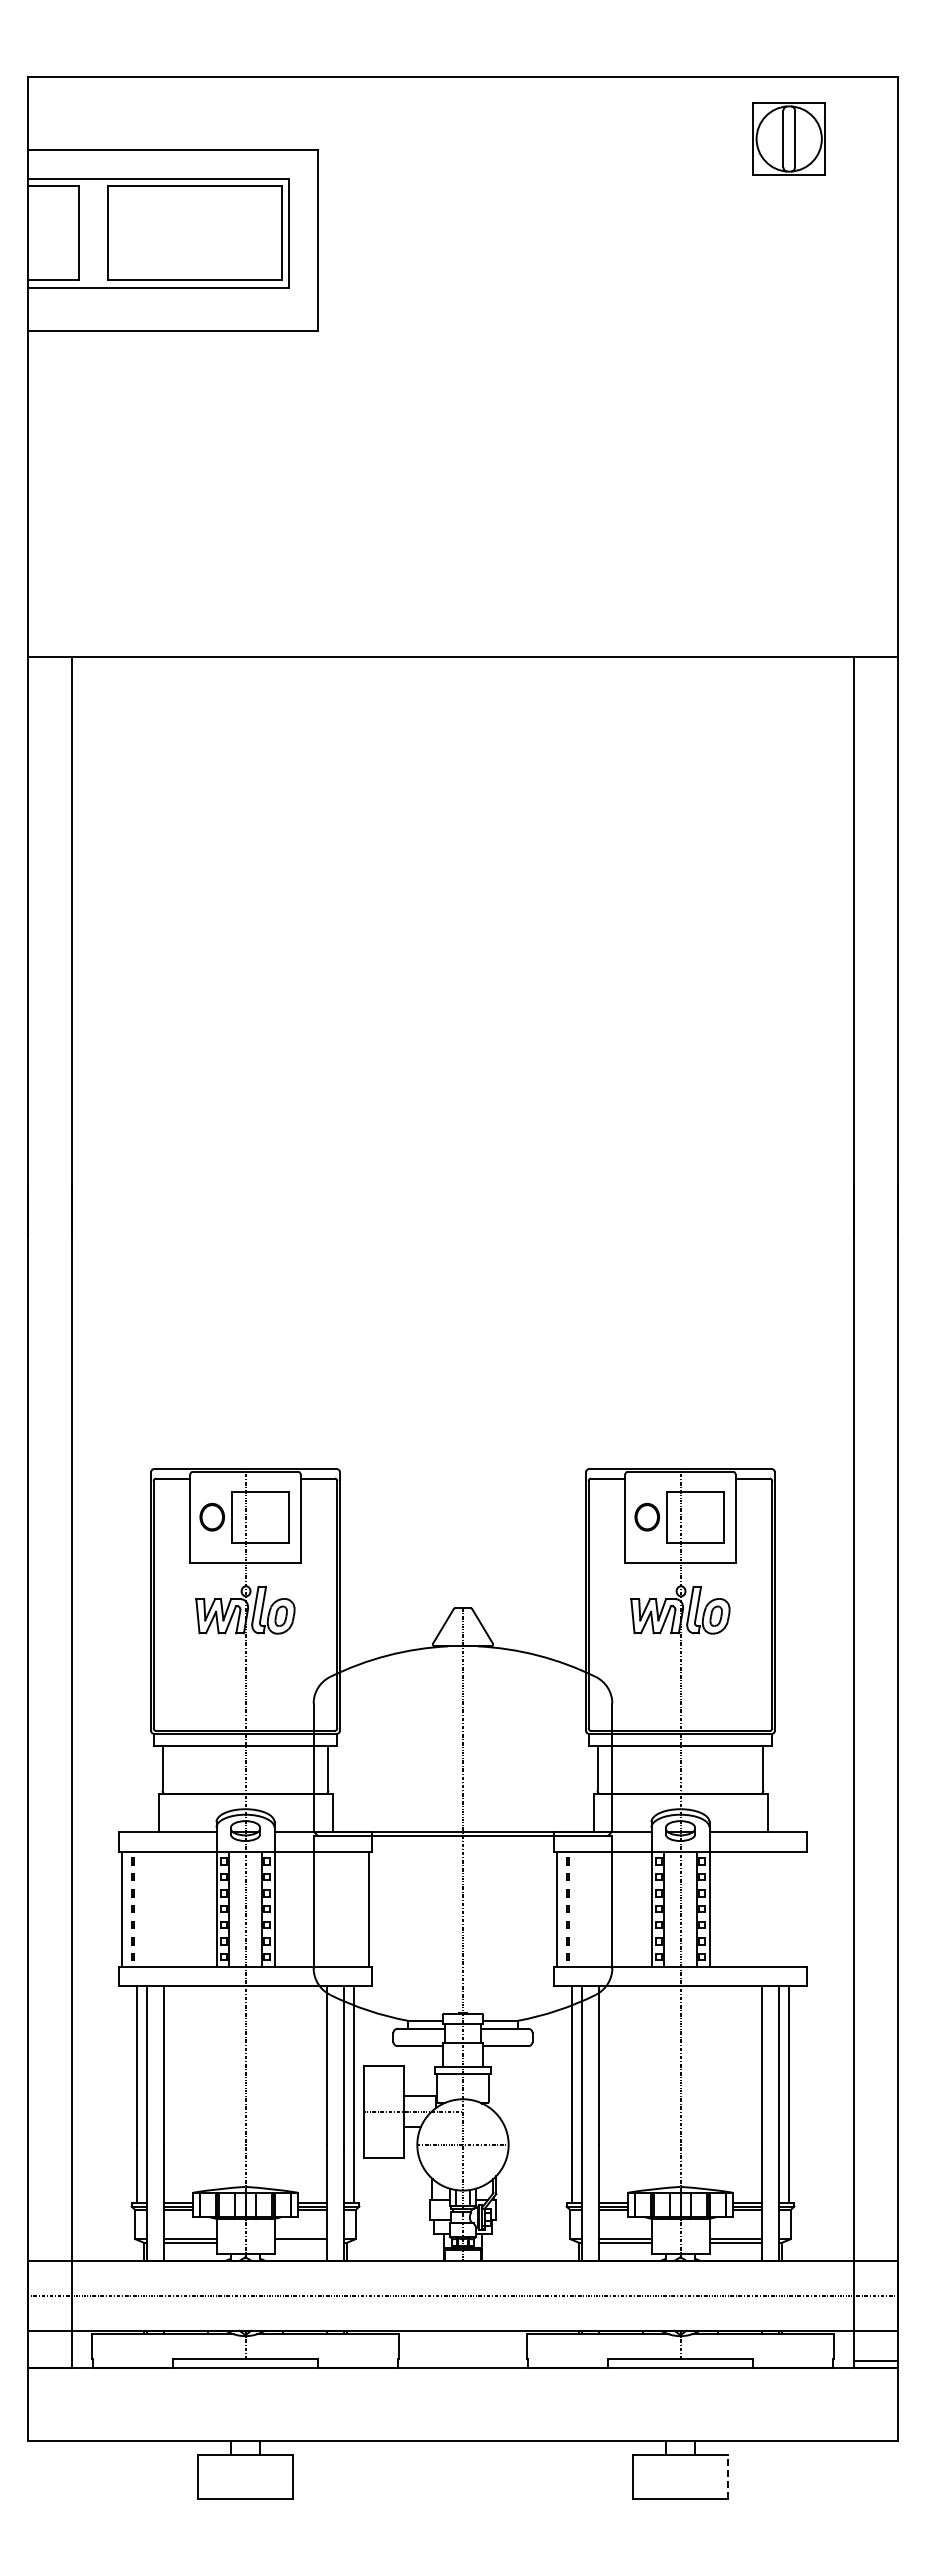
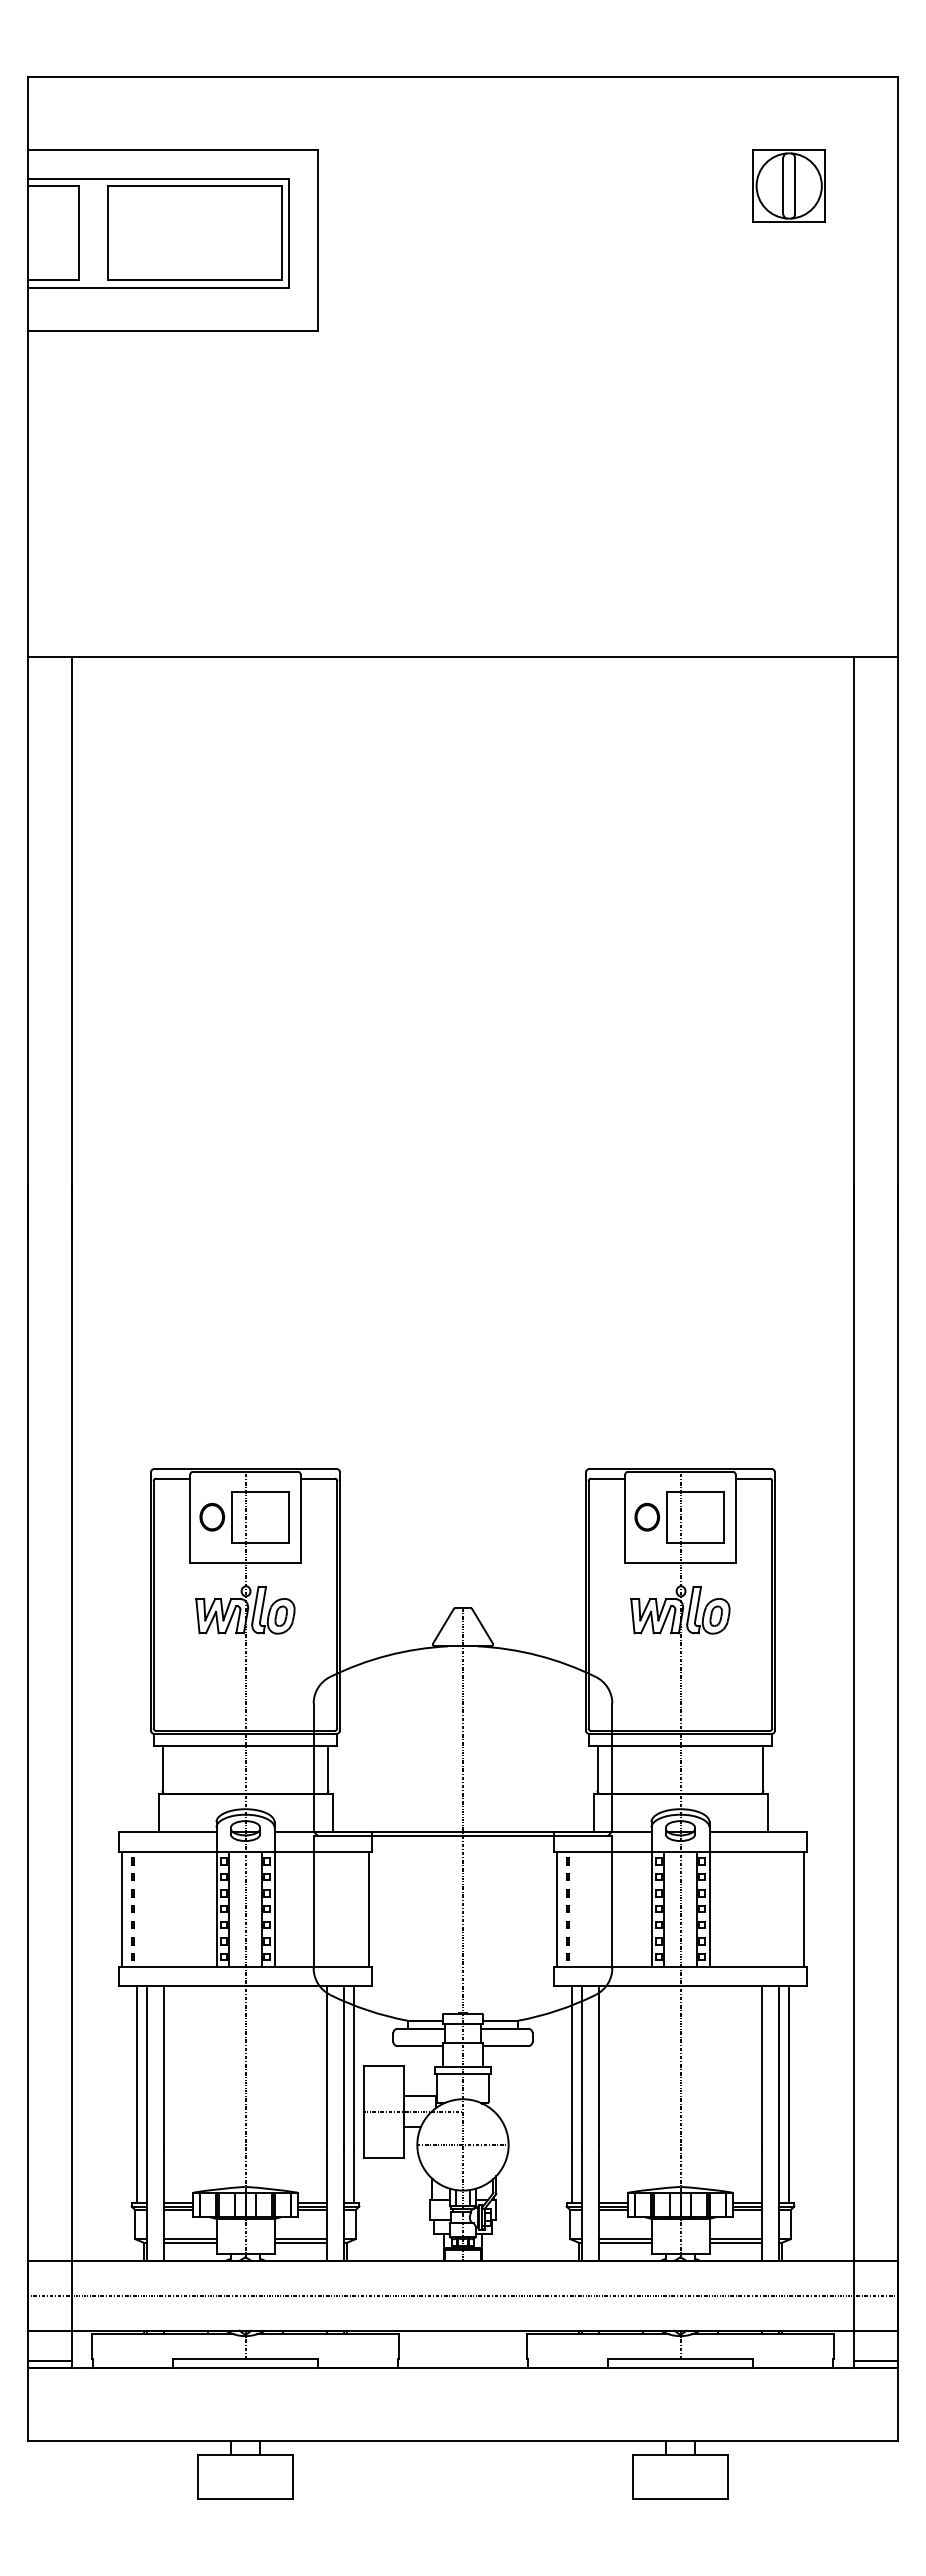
part at (788, 138) position: (788, 138) -> (788, 185)
line at (803, 1908): none -> present
line at (300, 2242): none -> present
line at (49, 2360): none -> present
line at (727, 2476): dashed -> solid
